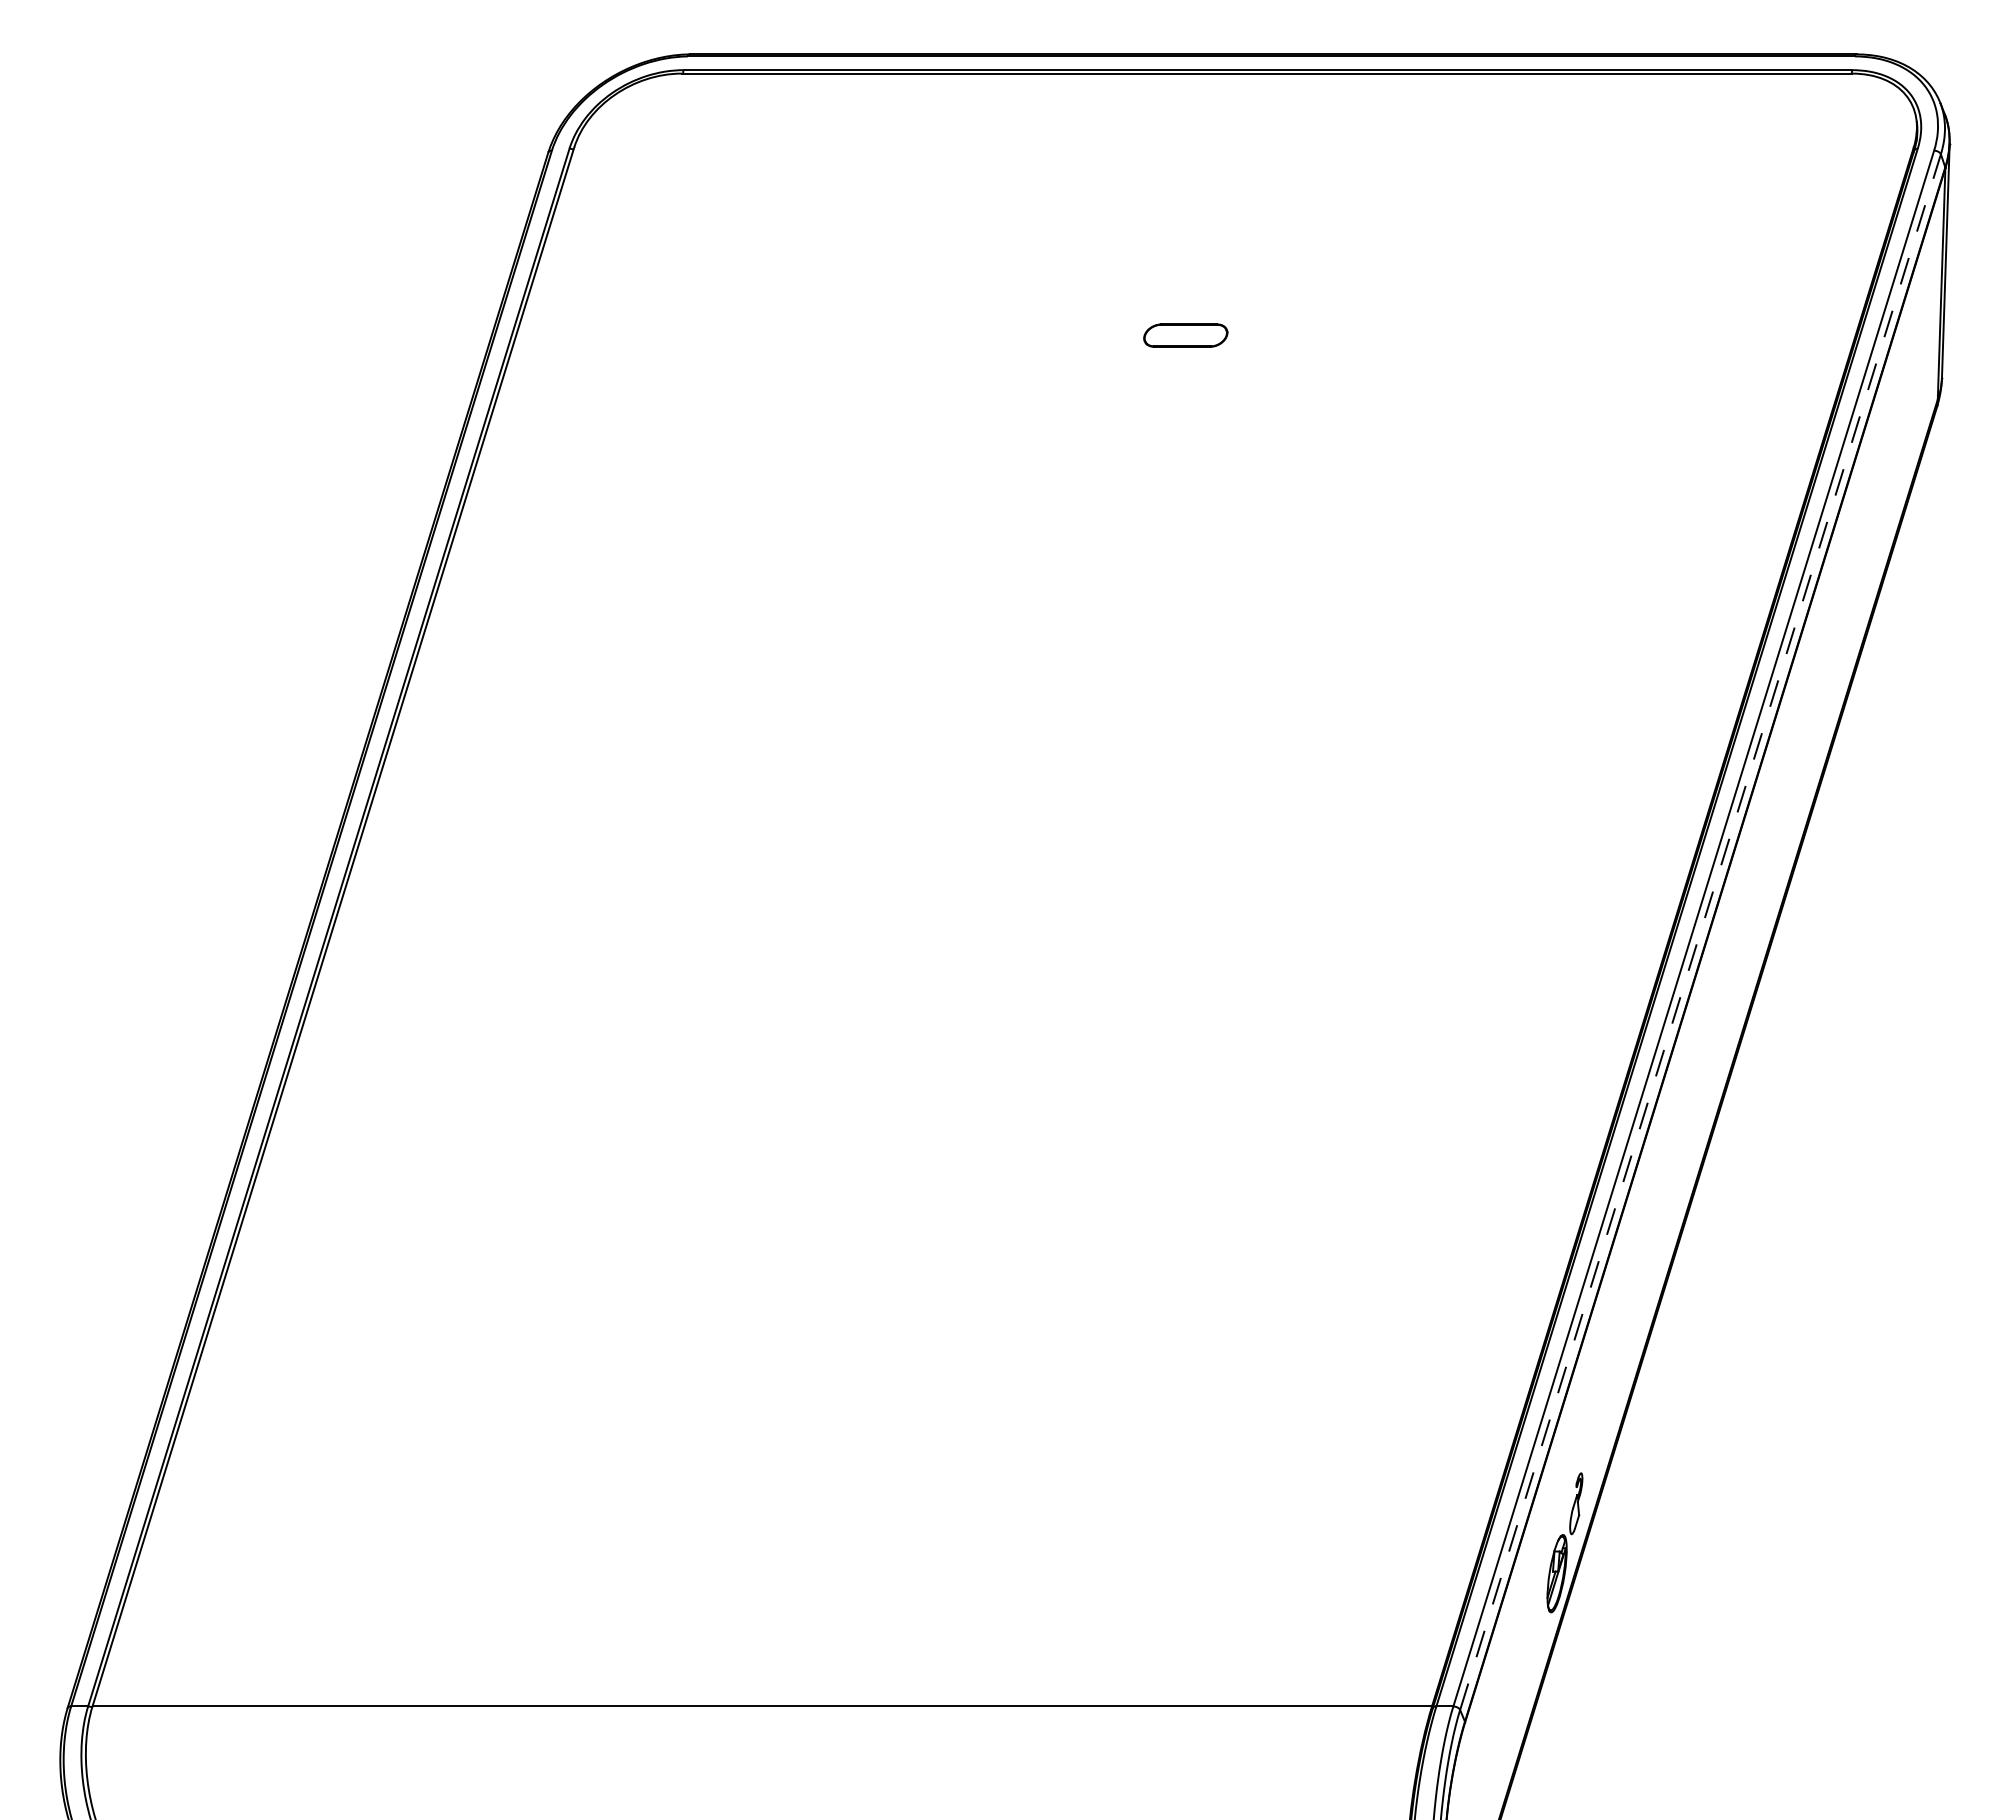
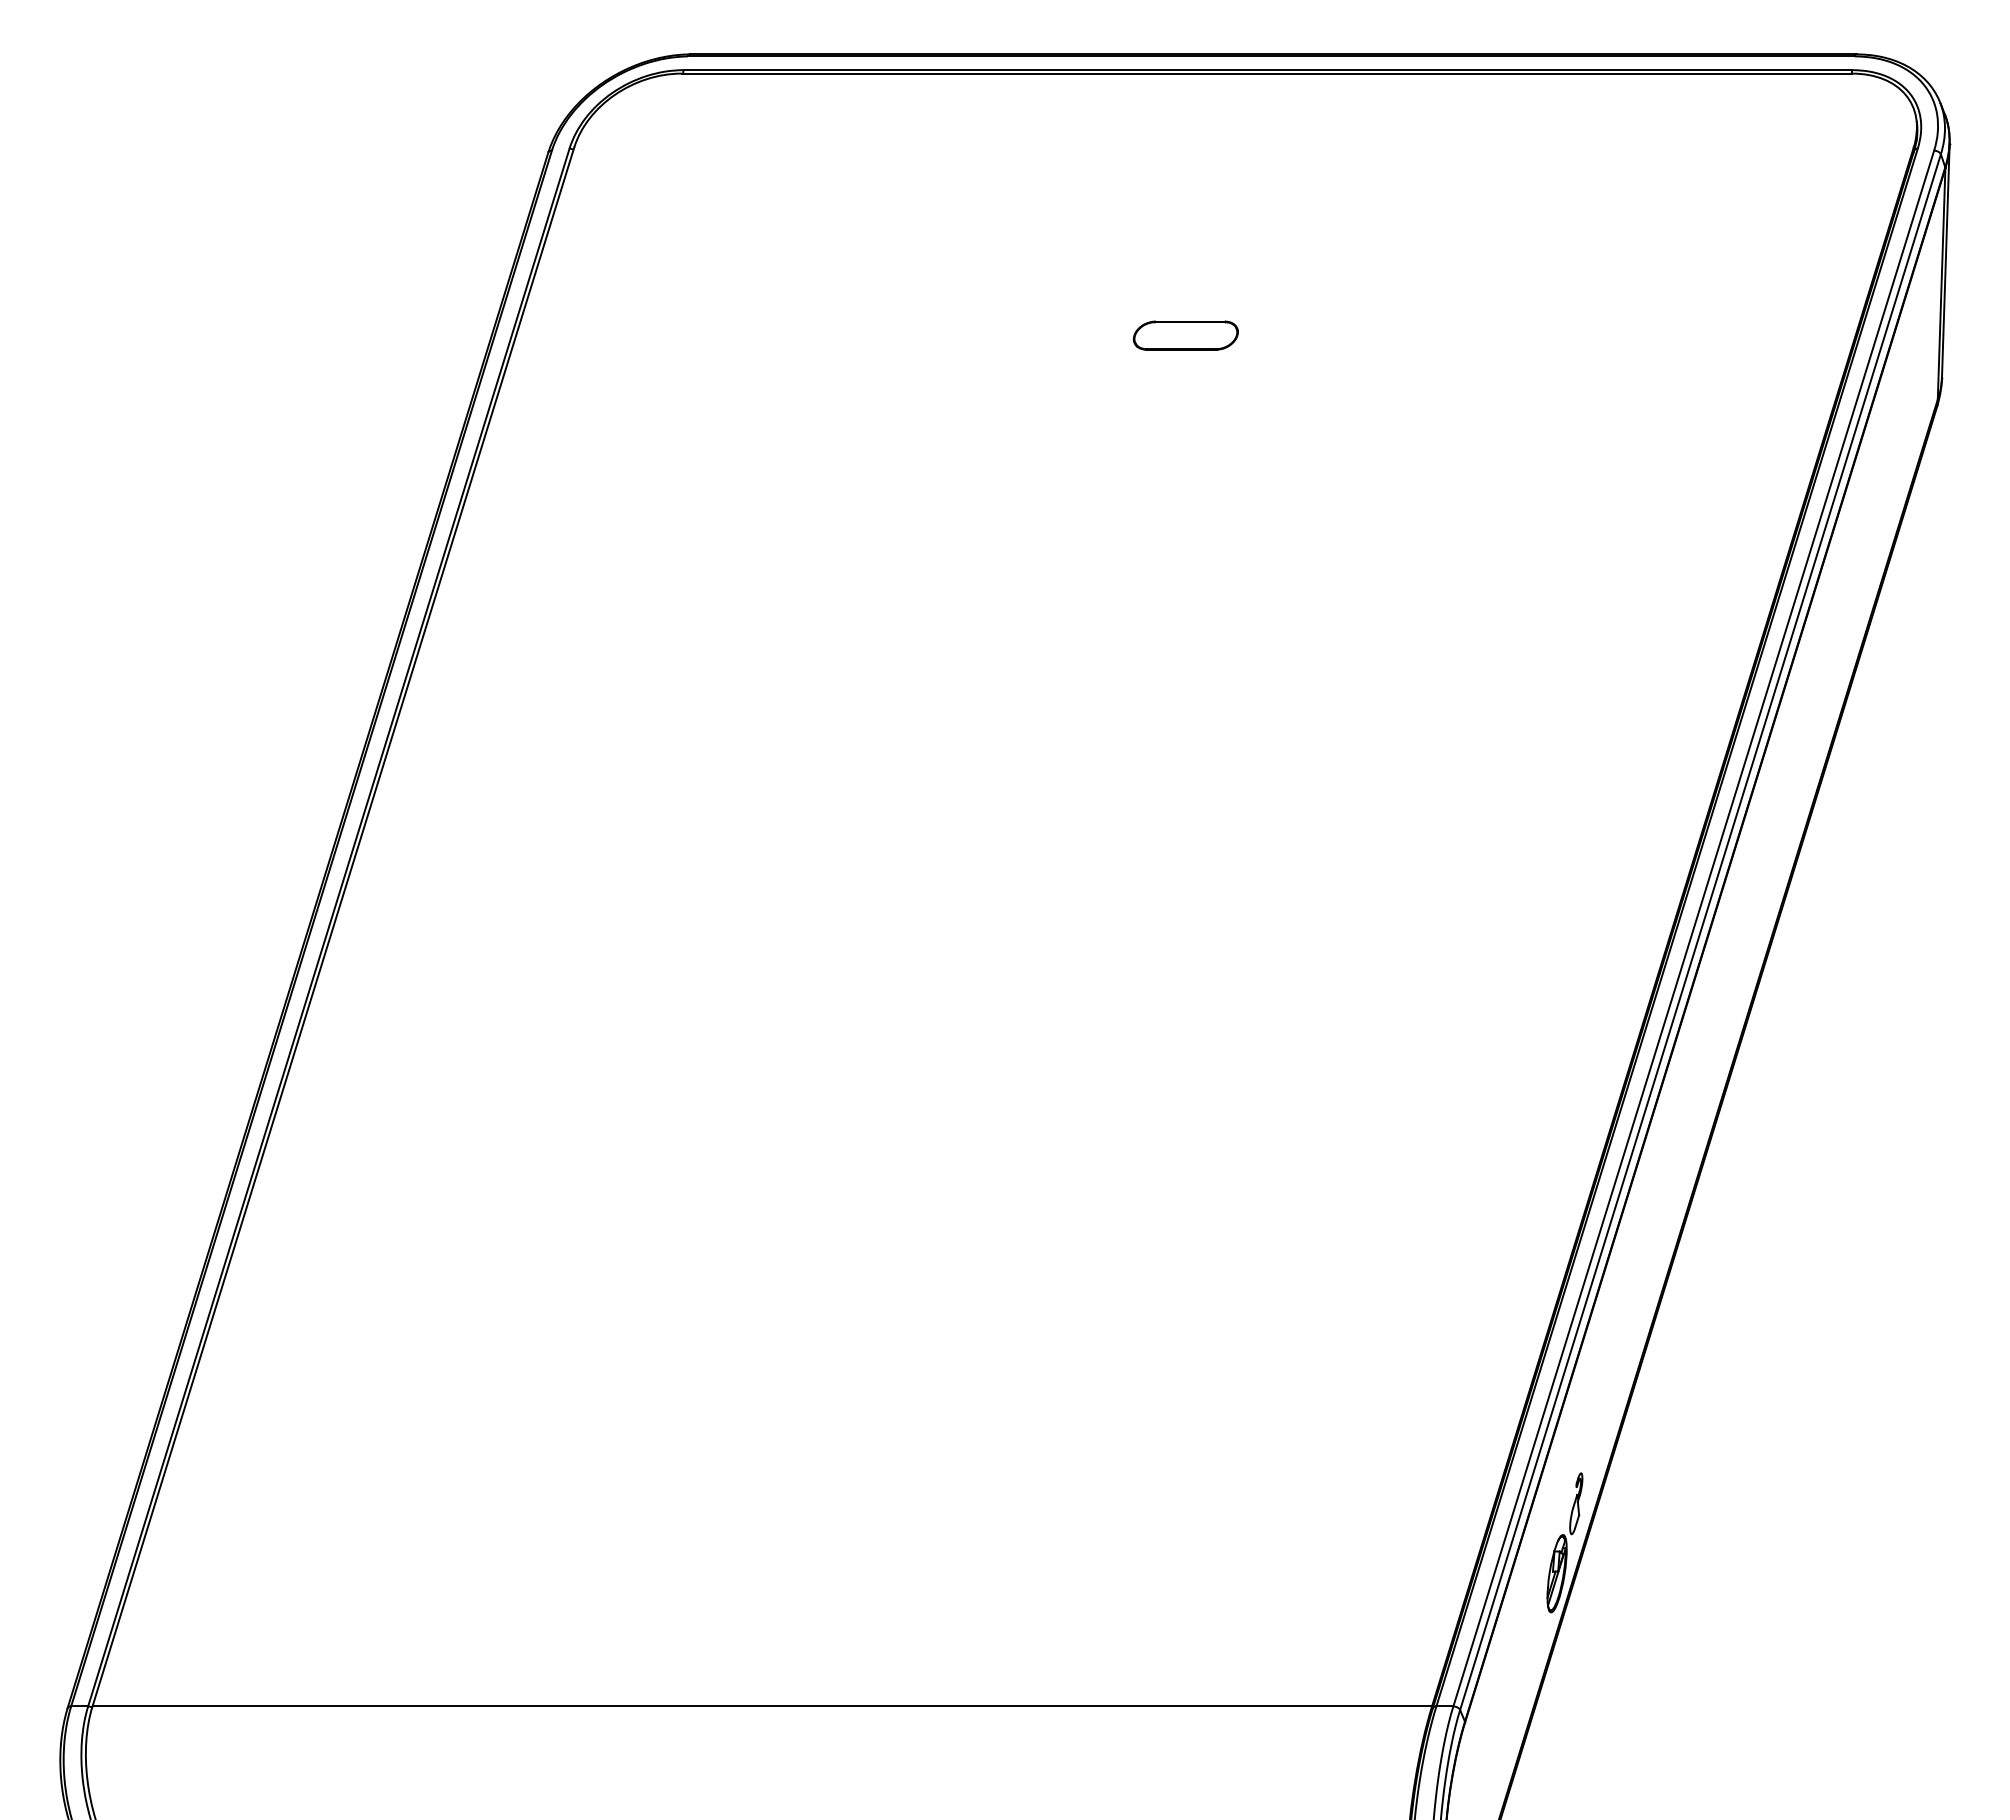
part at (1185, 335) size: 86x25 px -> 107x31 px
line at (1700, 931): dashed -> solid
